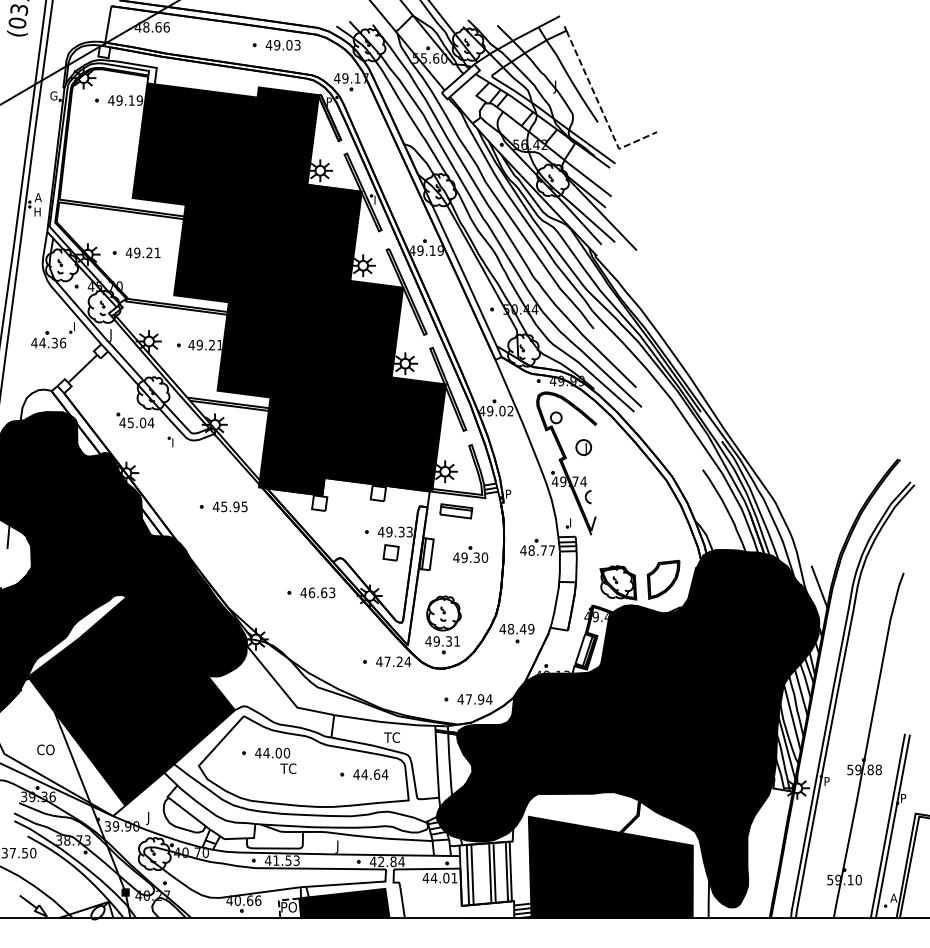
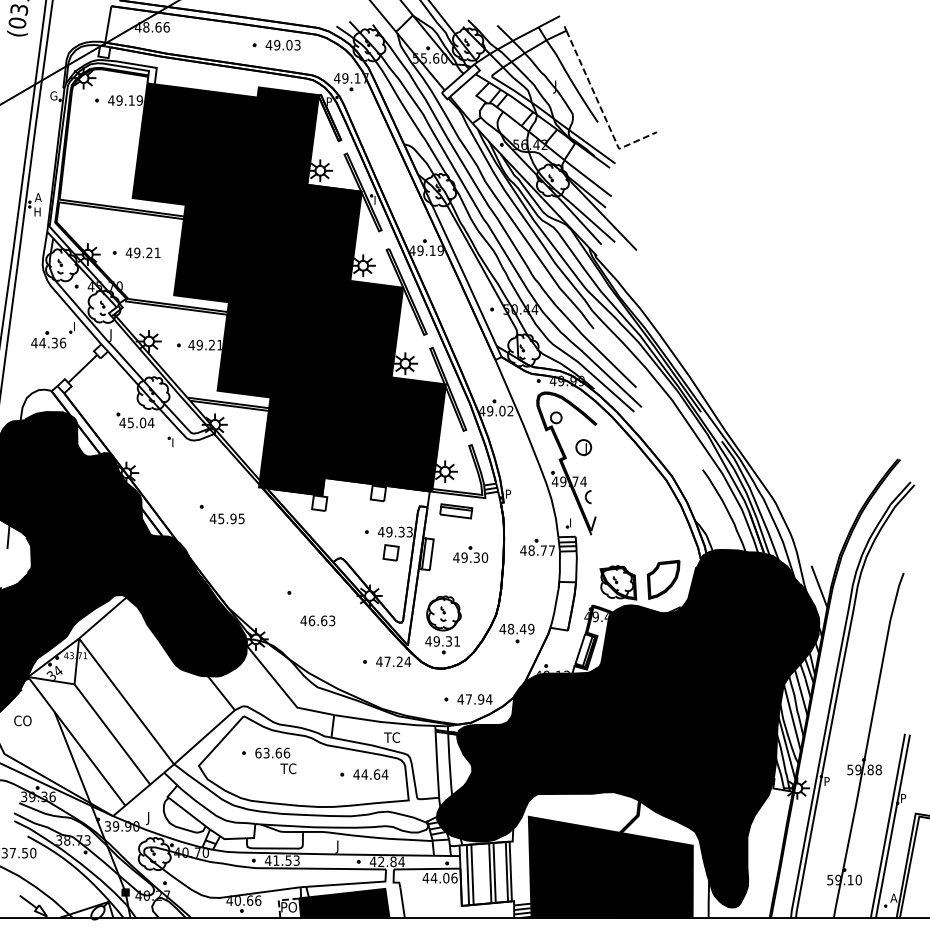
text at (229, 506) position: (229, 506) -> (226, 518)
text at (317, 592) position: (317, 592) -> (317, 620)
fill at (131, 696): present -> none
text at (45, 749) position: (45, 749) -> (22, 720)
text at (272, 752): 44.00 -> 63.66
text at (454, 877): 44.01 -> 44.06
